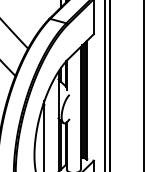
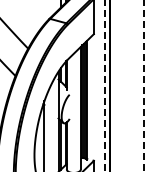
line at (104, 85): solid -> dashed
line at (143, 85): solid -> dashed
